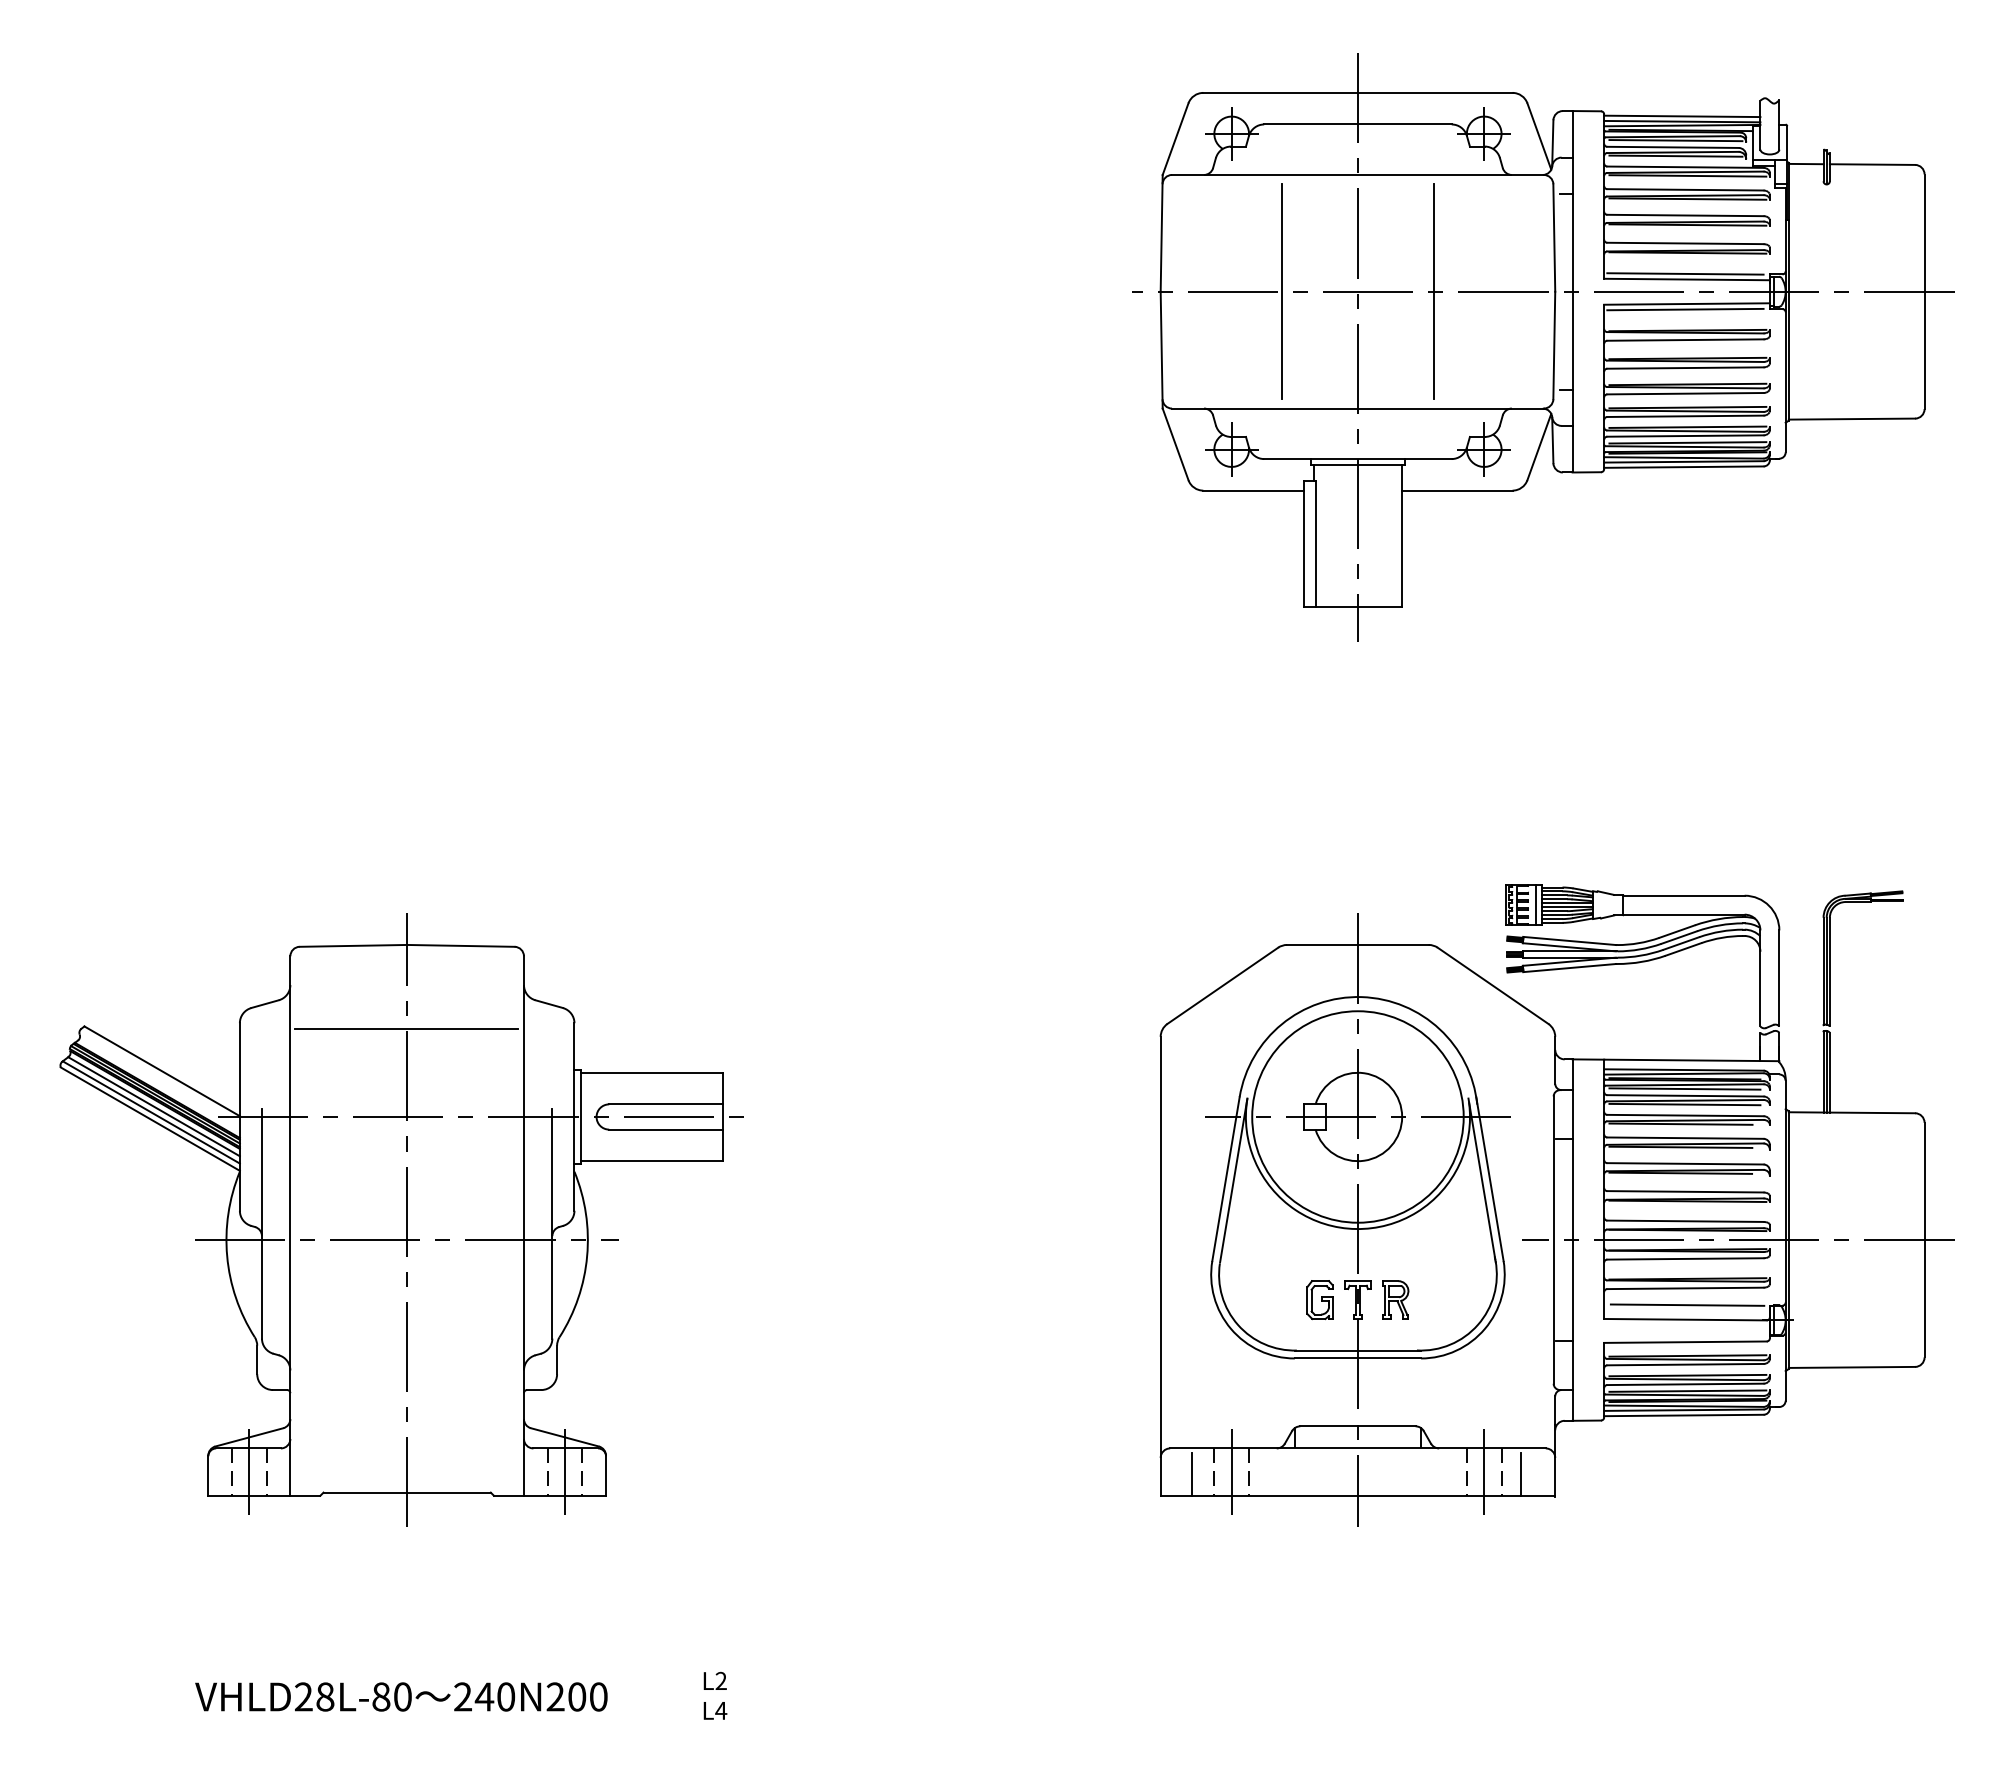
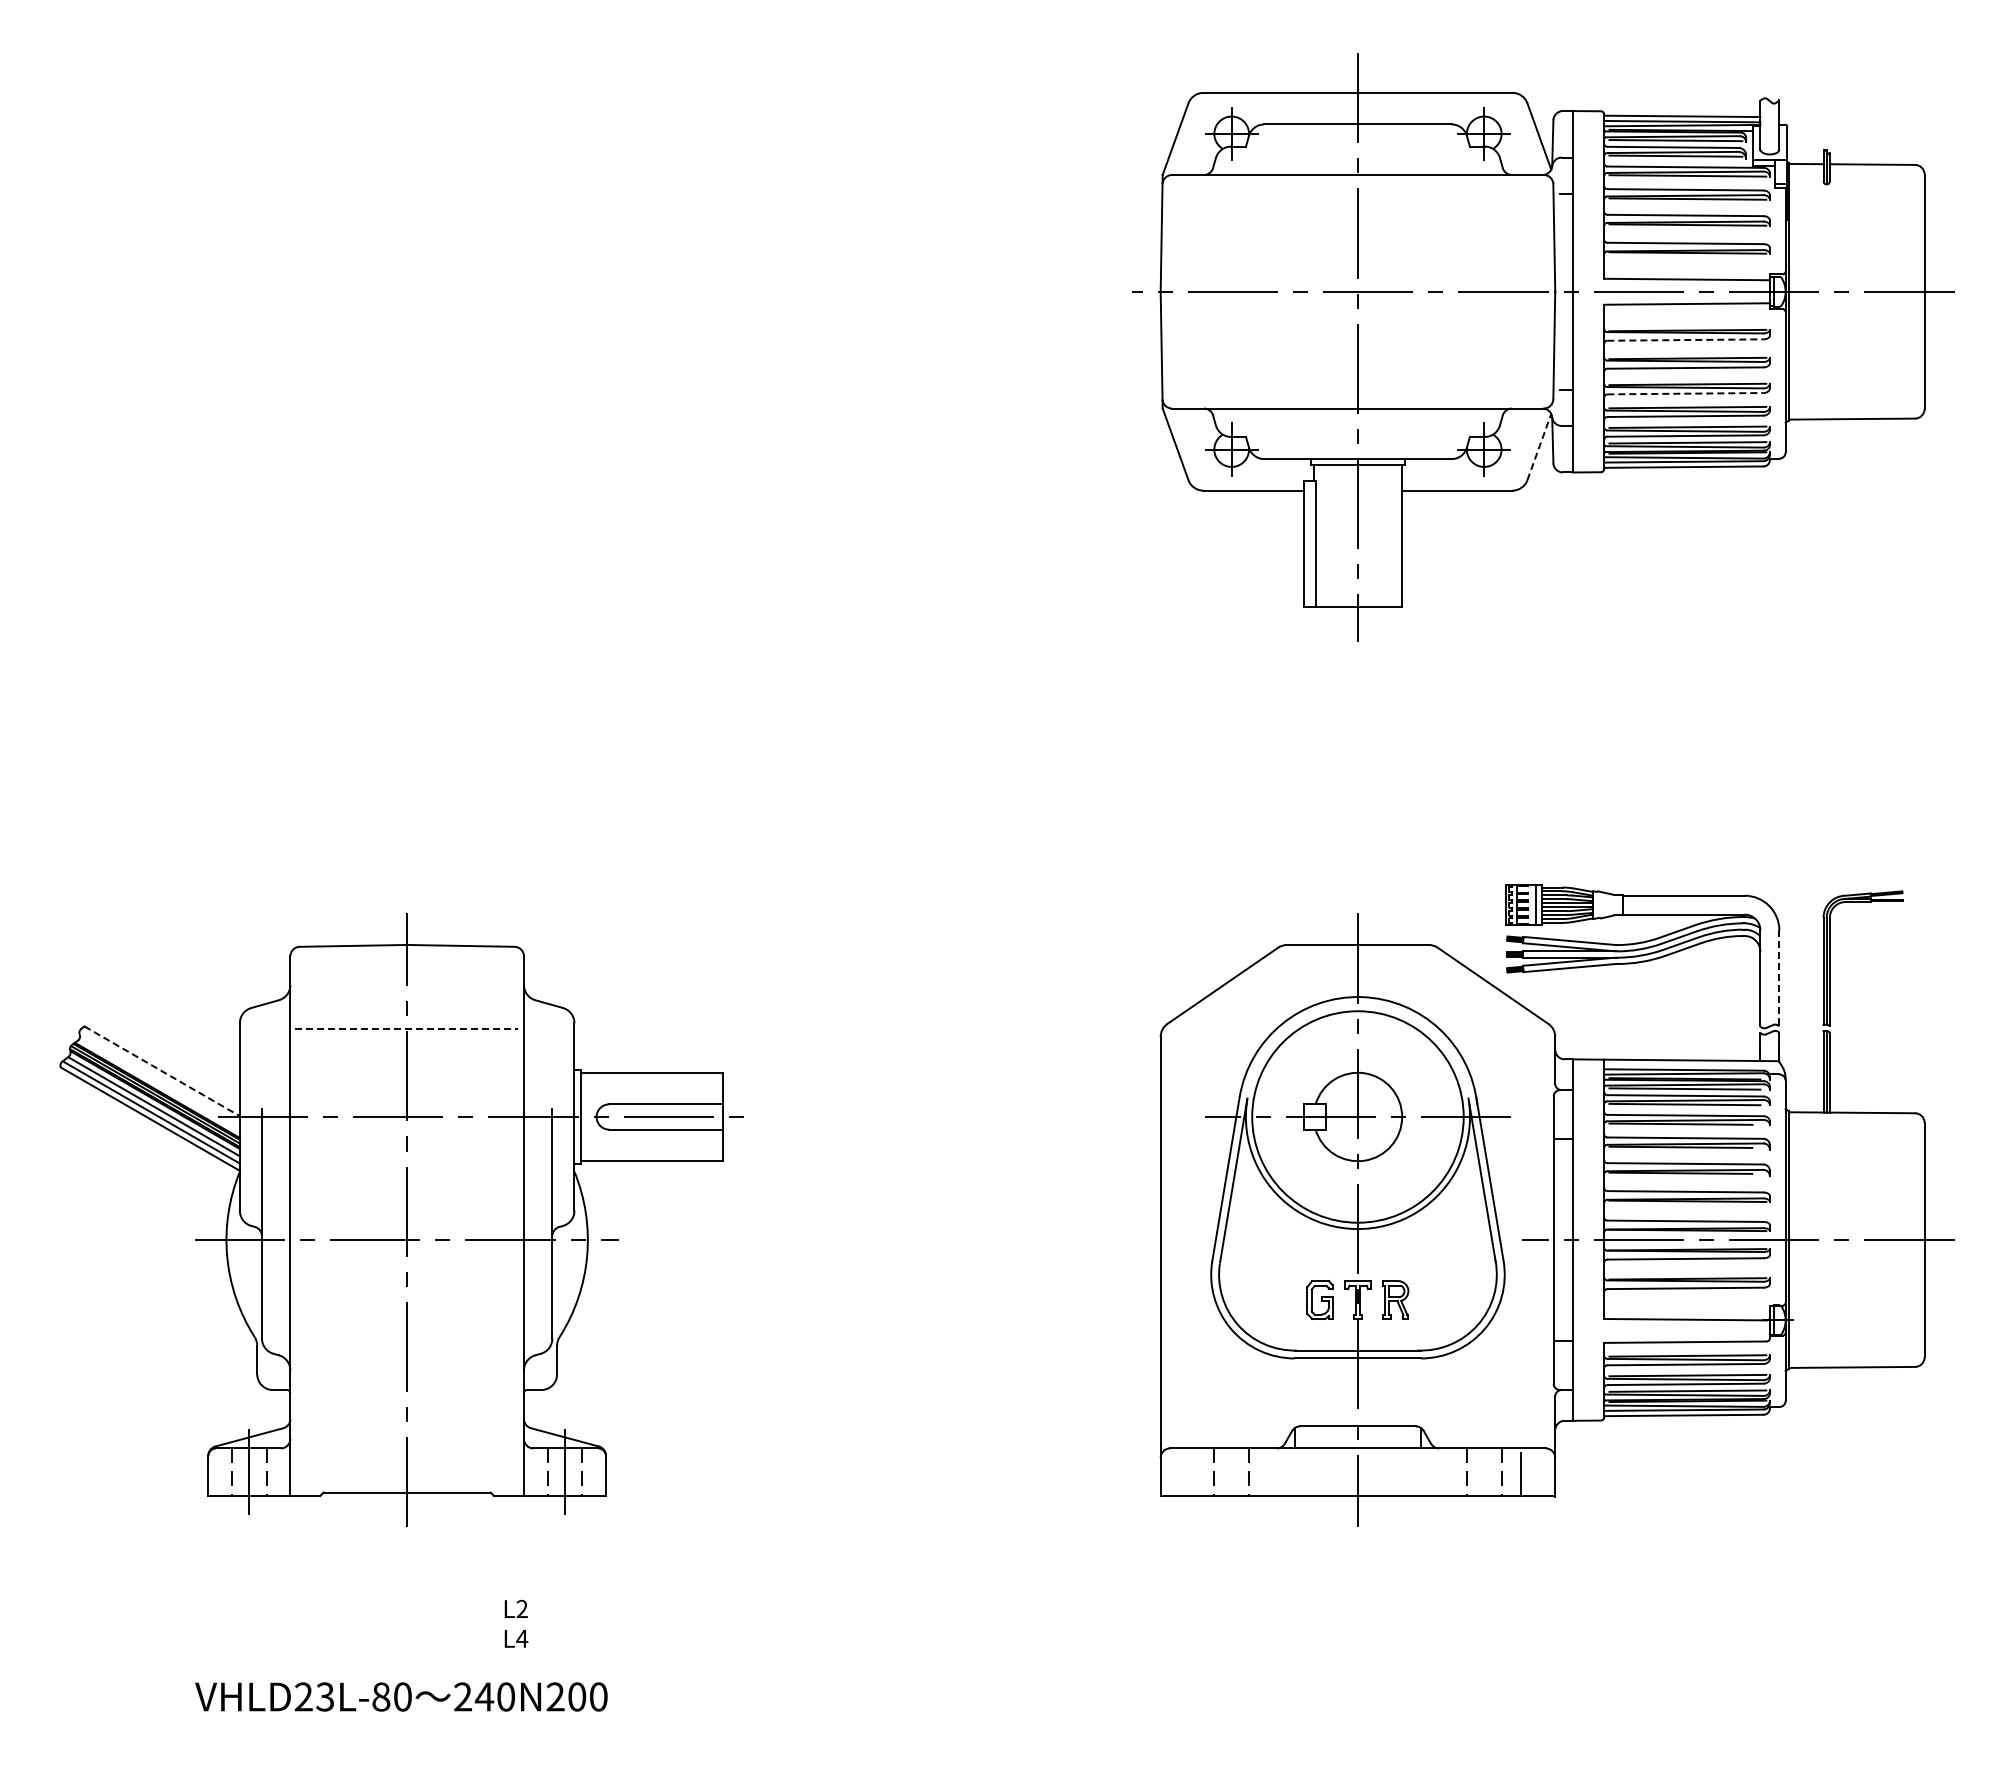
line at (1685, 273): present -> none
line at (1282, 291): present -> none
line at (1433, 291): present -> none
line at (1685, 309): present -> none
line at (1685, 340): solid -> dashed
line at (1685, 393): solid -> dashed
line at (1539, 446): solid -> dashed
line at (1779, 978): solid -> dashed
line at (406, 1028): solid -> dashed
line at (162, 1071): solid -> dashed
line at (1687, 1304): present -> none
line at (1231, 1471): present -> none
line at (1484, 1471): present -> none
line at (1192, 1473): present -> none
text at (715, 1695) position: (715, 1695) -> (516, 1623)
text at (325, 1696): VHLD28L-80 -> VHLD23L-80
